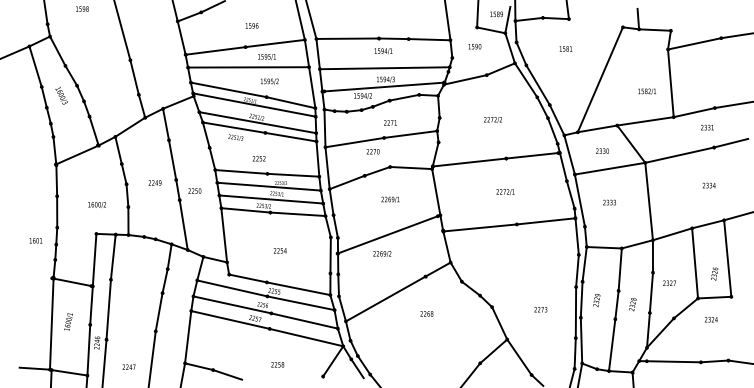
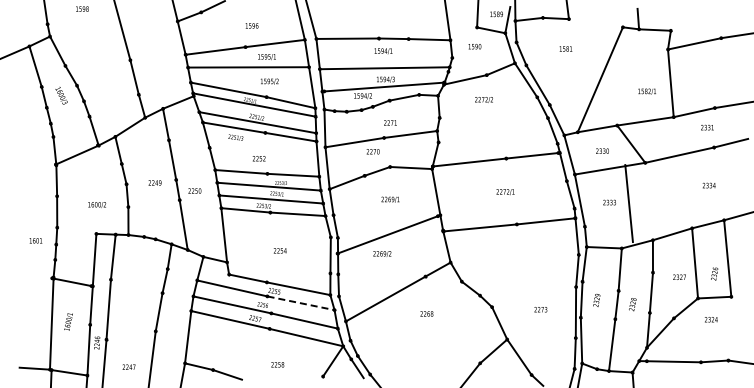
text at (492, 119) position: (492, 119) -> (483, 99)
line at (648, 201) position: (648, 201) -> (628, 203)
text at (669, 282) position: (669, 282) -> (679, 276)
line at (301, 303): solid -> dashed
